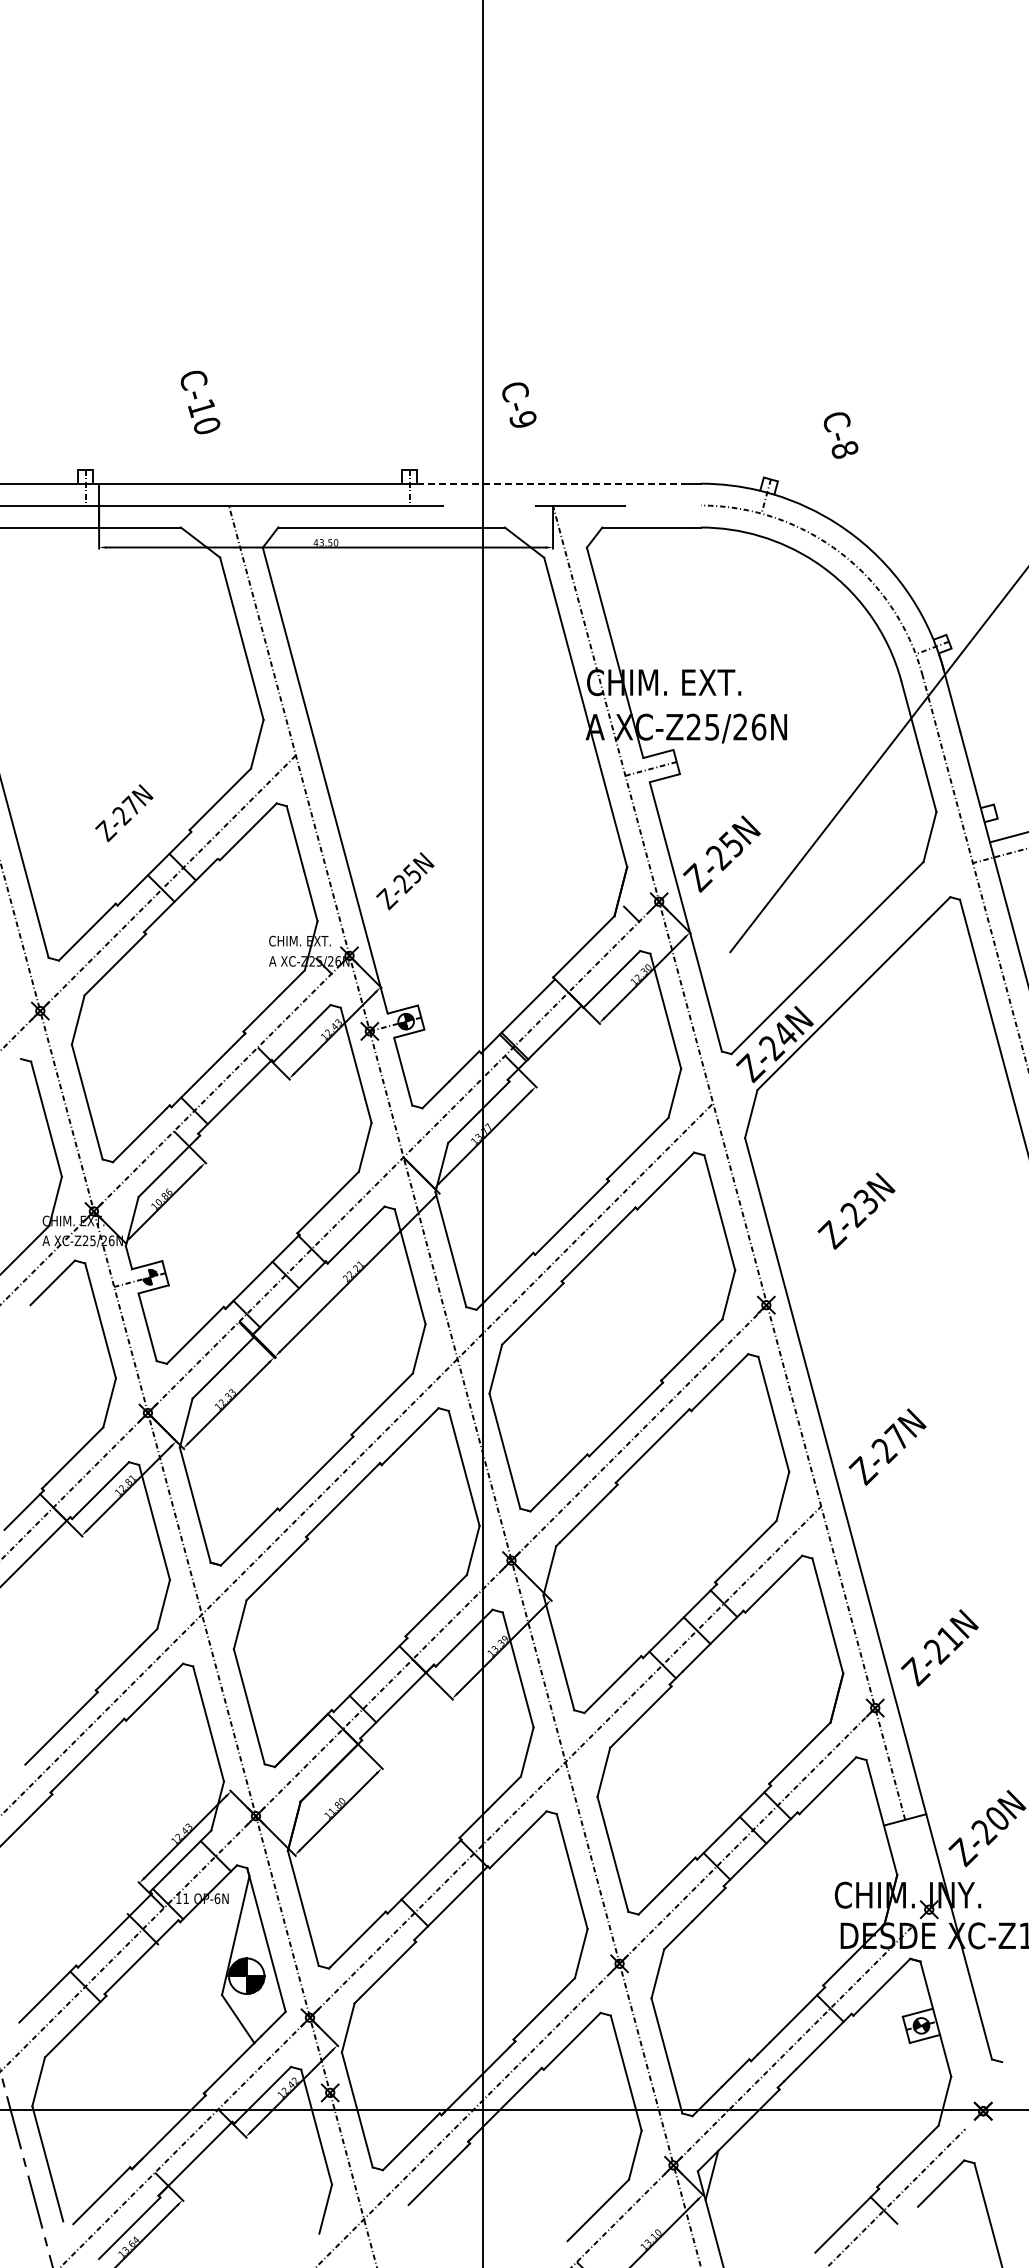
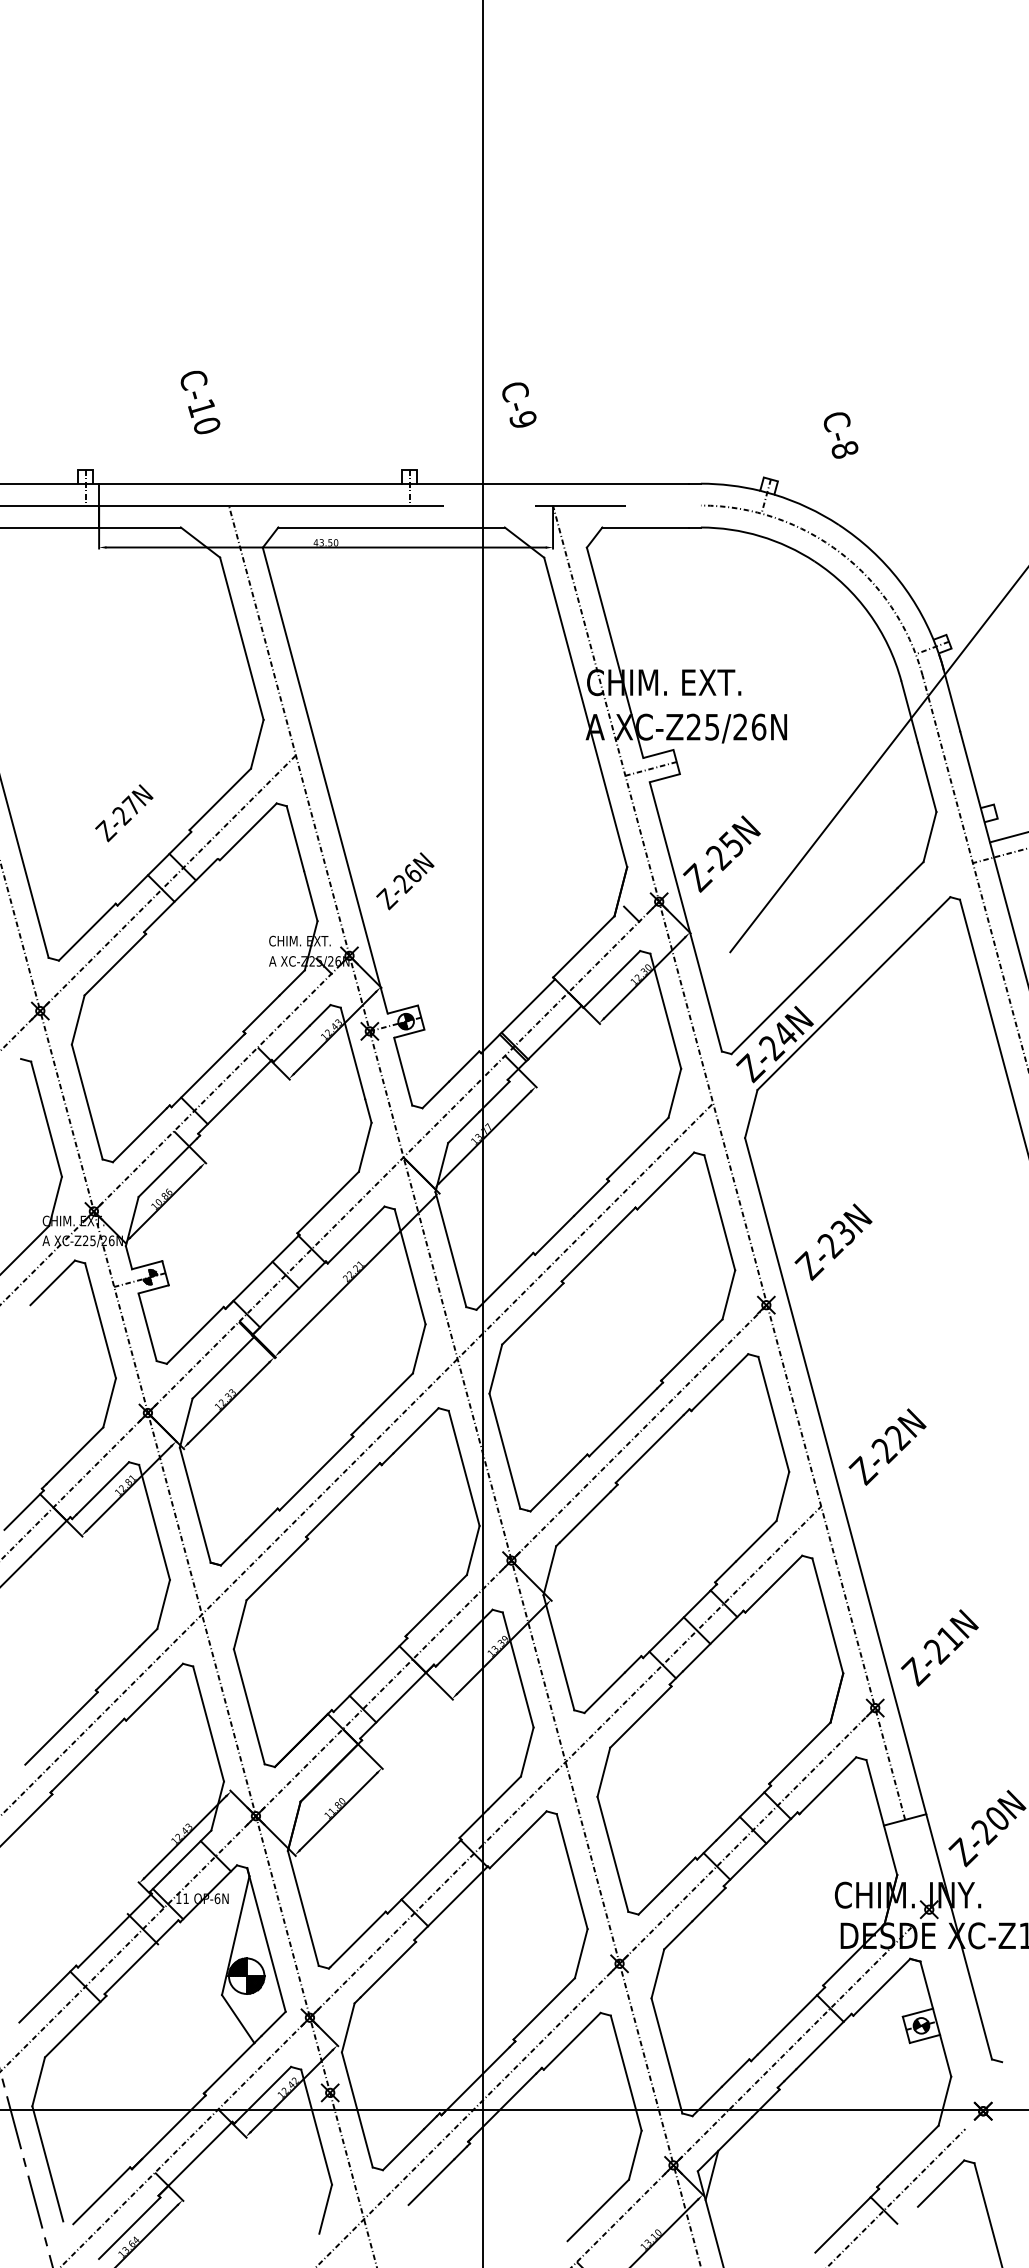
line at (553, 483): dashed -> solid
text at (412, 873): Z-25N -> Z-26N
text at (856, 1210) position: (856, 1210) -> (833, 1241)
text at (896, 1437): Z-27N -> Z-22N
